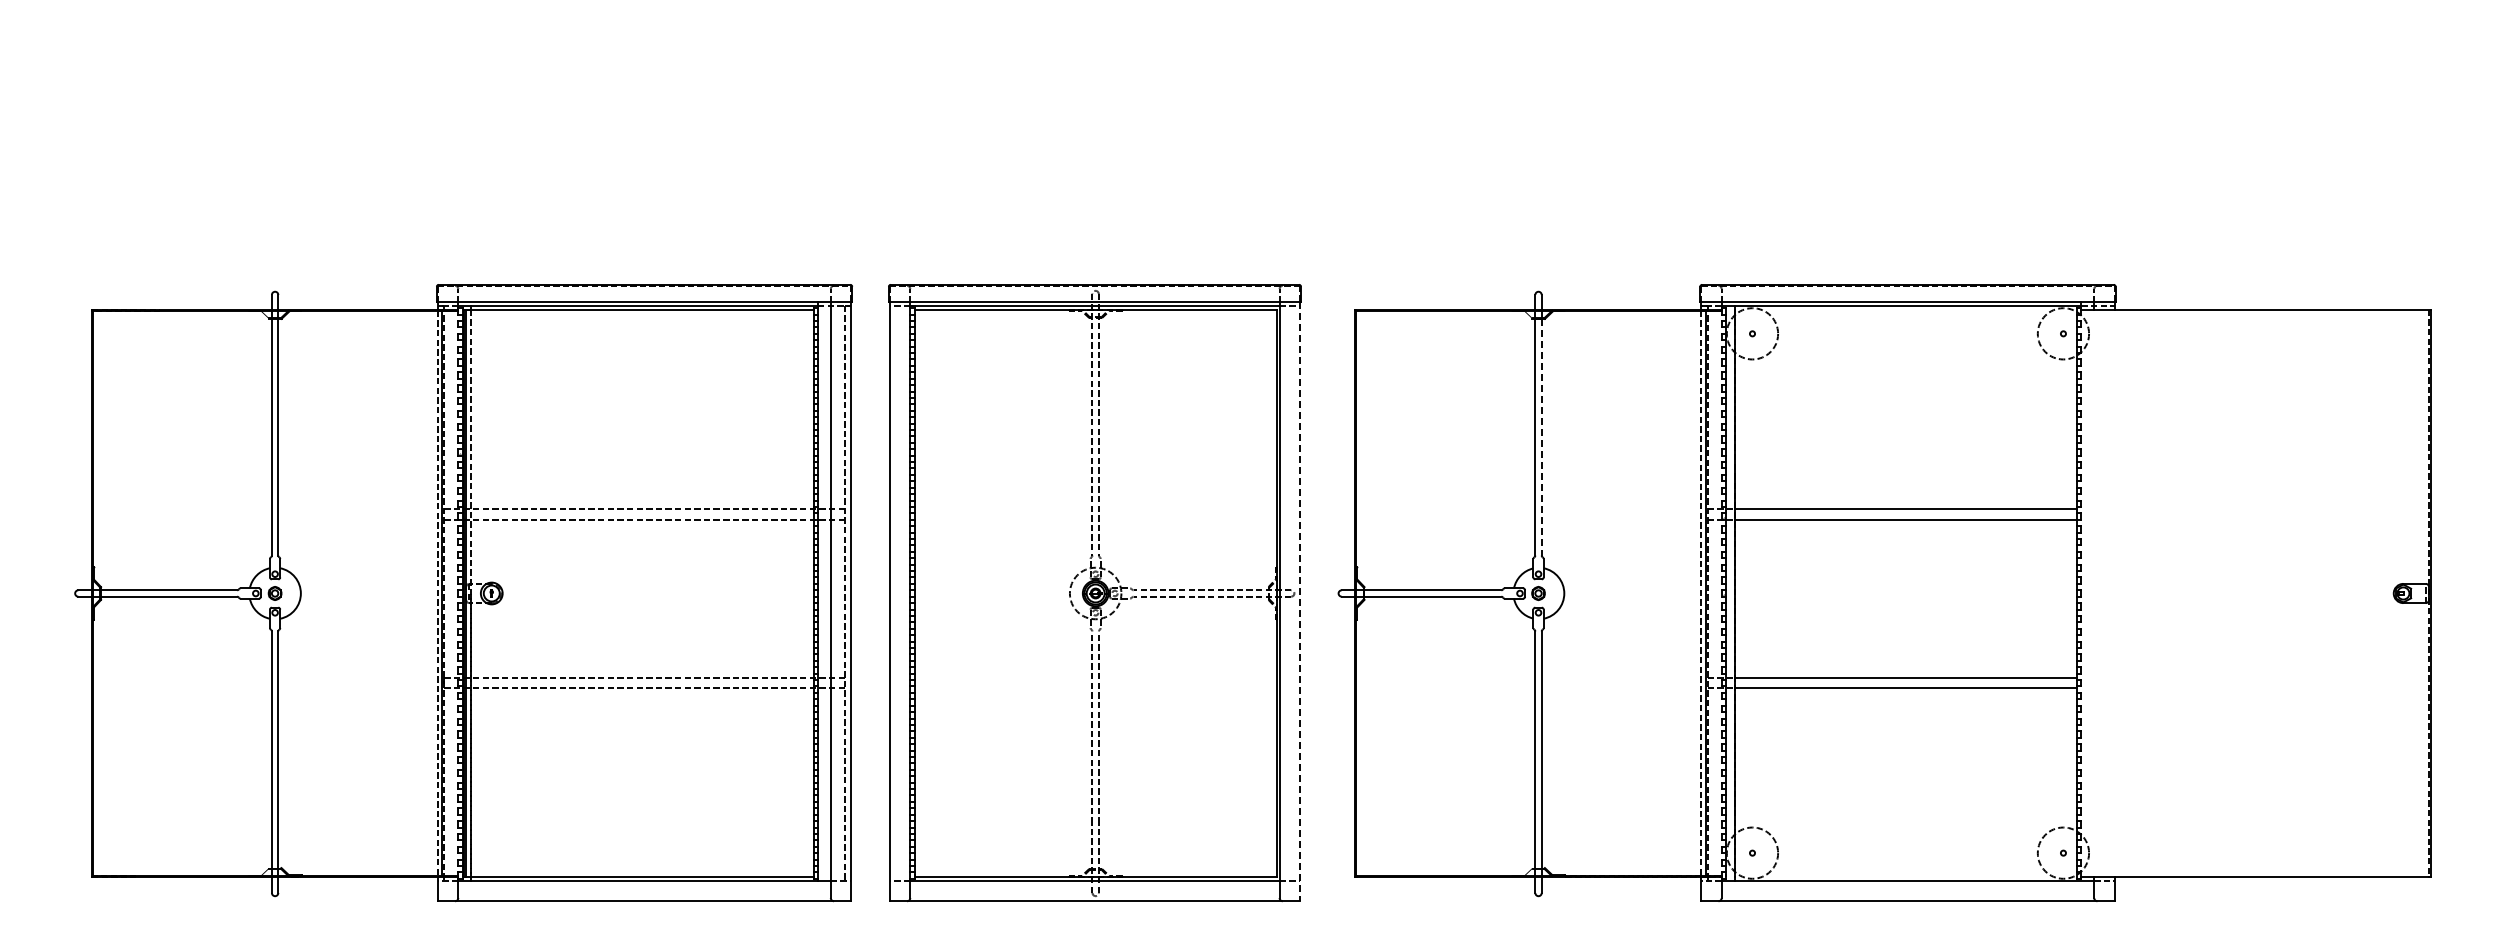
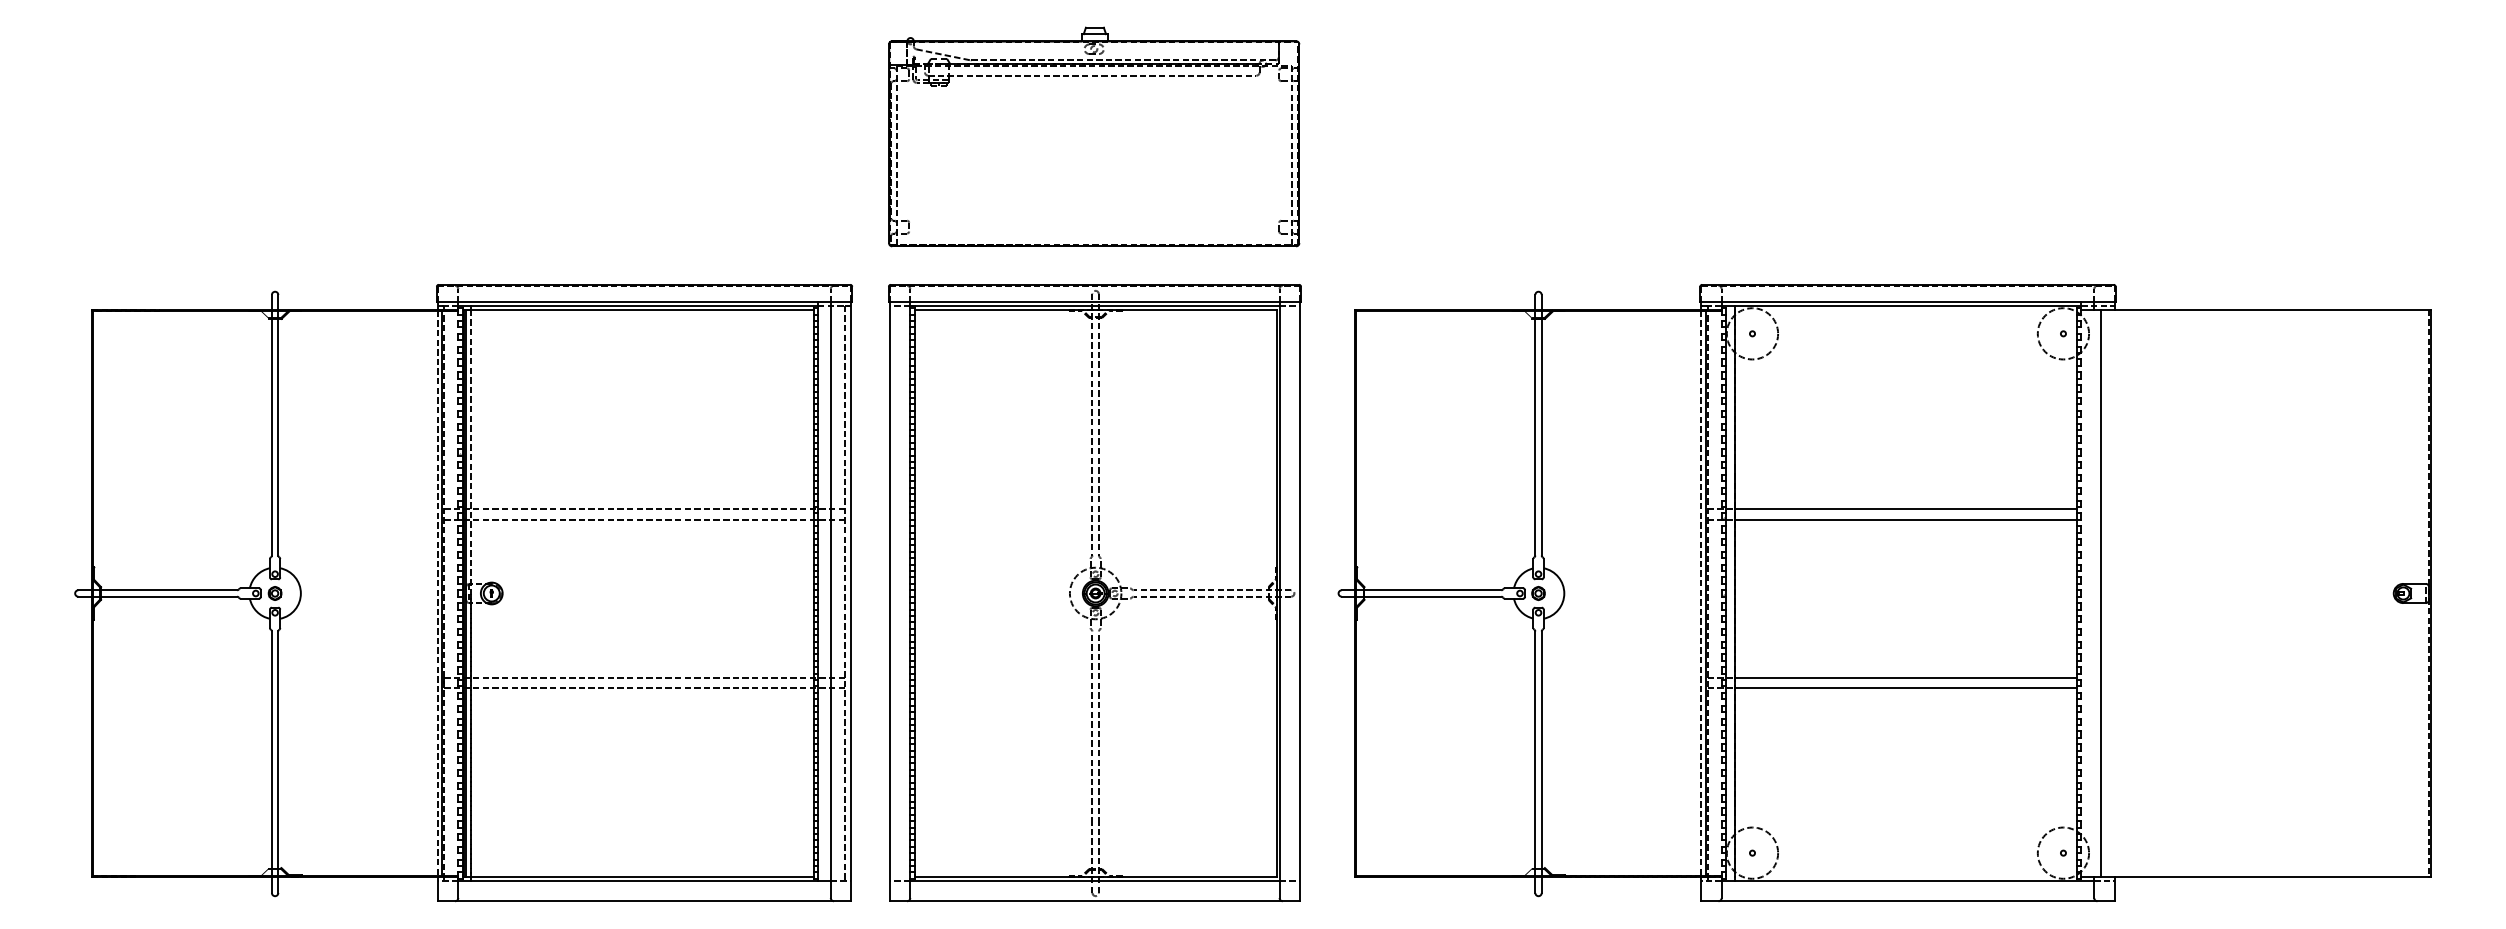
part at (1094, 136): none -> present
line at (1541, 437): dashed -> solid
line at (2100, 593): none -> present
line at (1300, 602): dashed -> solid
